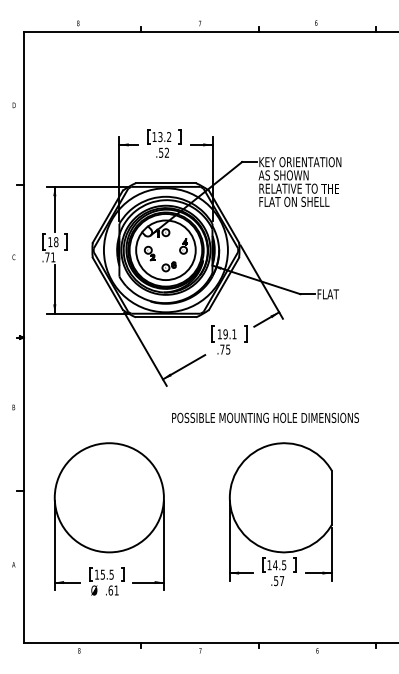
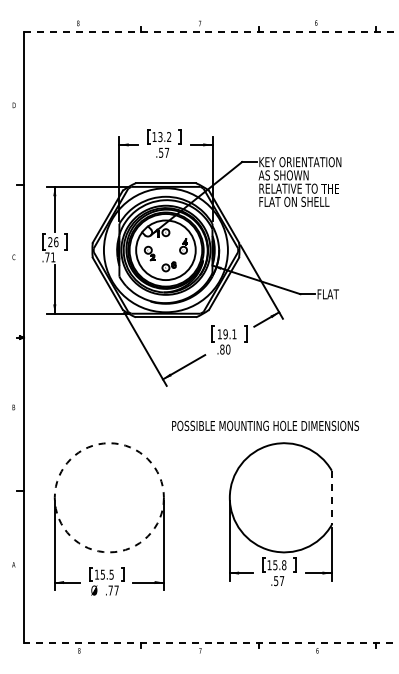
line at (211, 31): solid -> dashed
text at (166, 152): .52 -> .57
text at (53, 241): 18 -> 26
text at (225, 349): .75 -> .80
text at (265, 417) position: (265, 417) -> (265, 425)
circle at (108, 497): solid -> dashed
line at (331, 498): solid -> dashed
text at (279, 565): 14.5 -> 15.8
text at (113, 590): .61 -> .77
line at (210, 643): solid -> dashed
